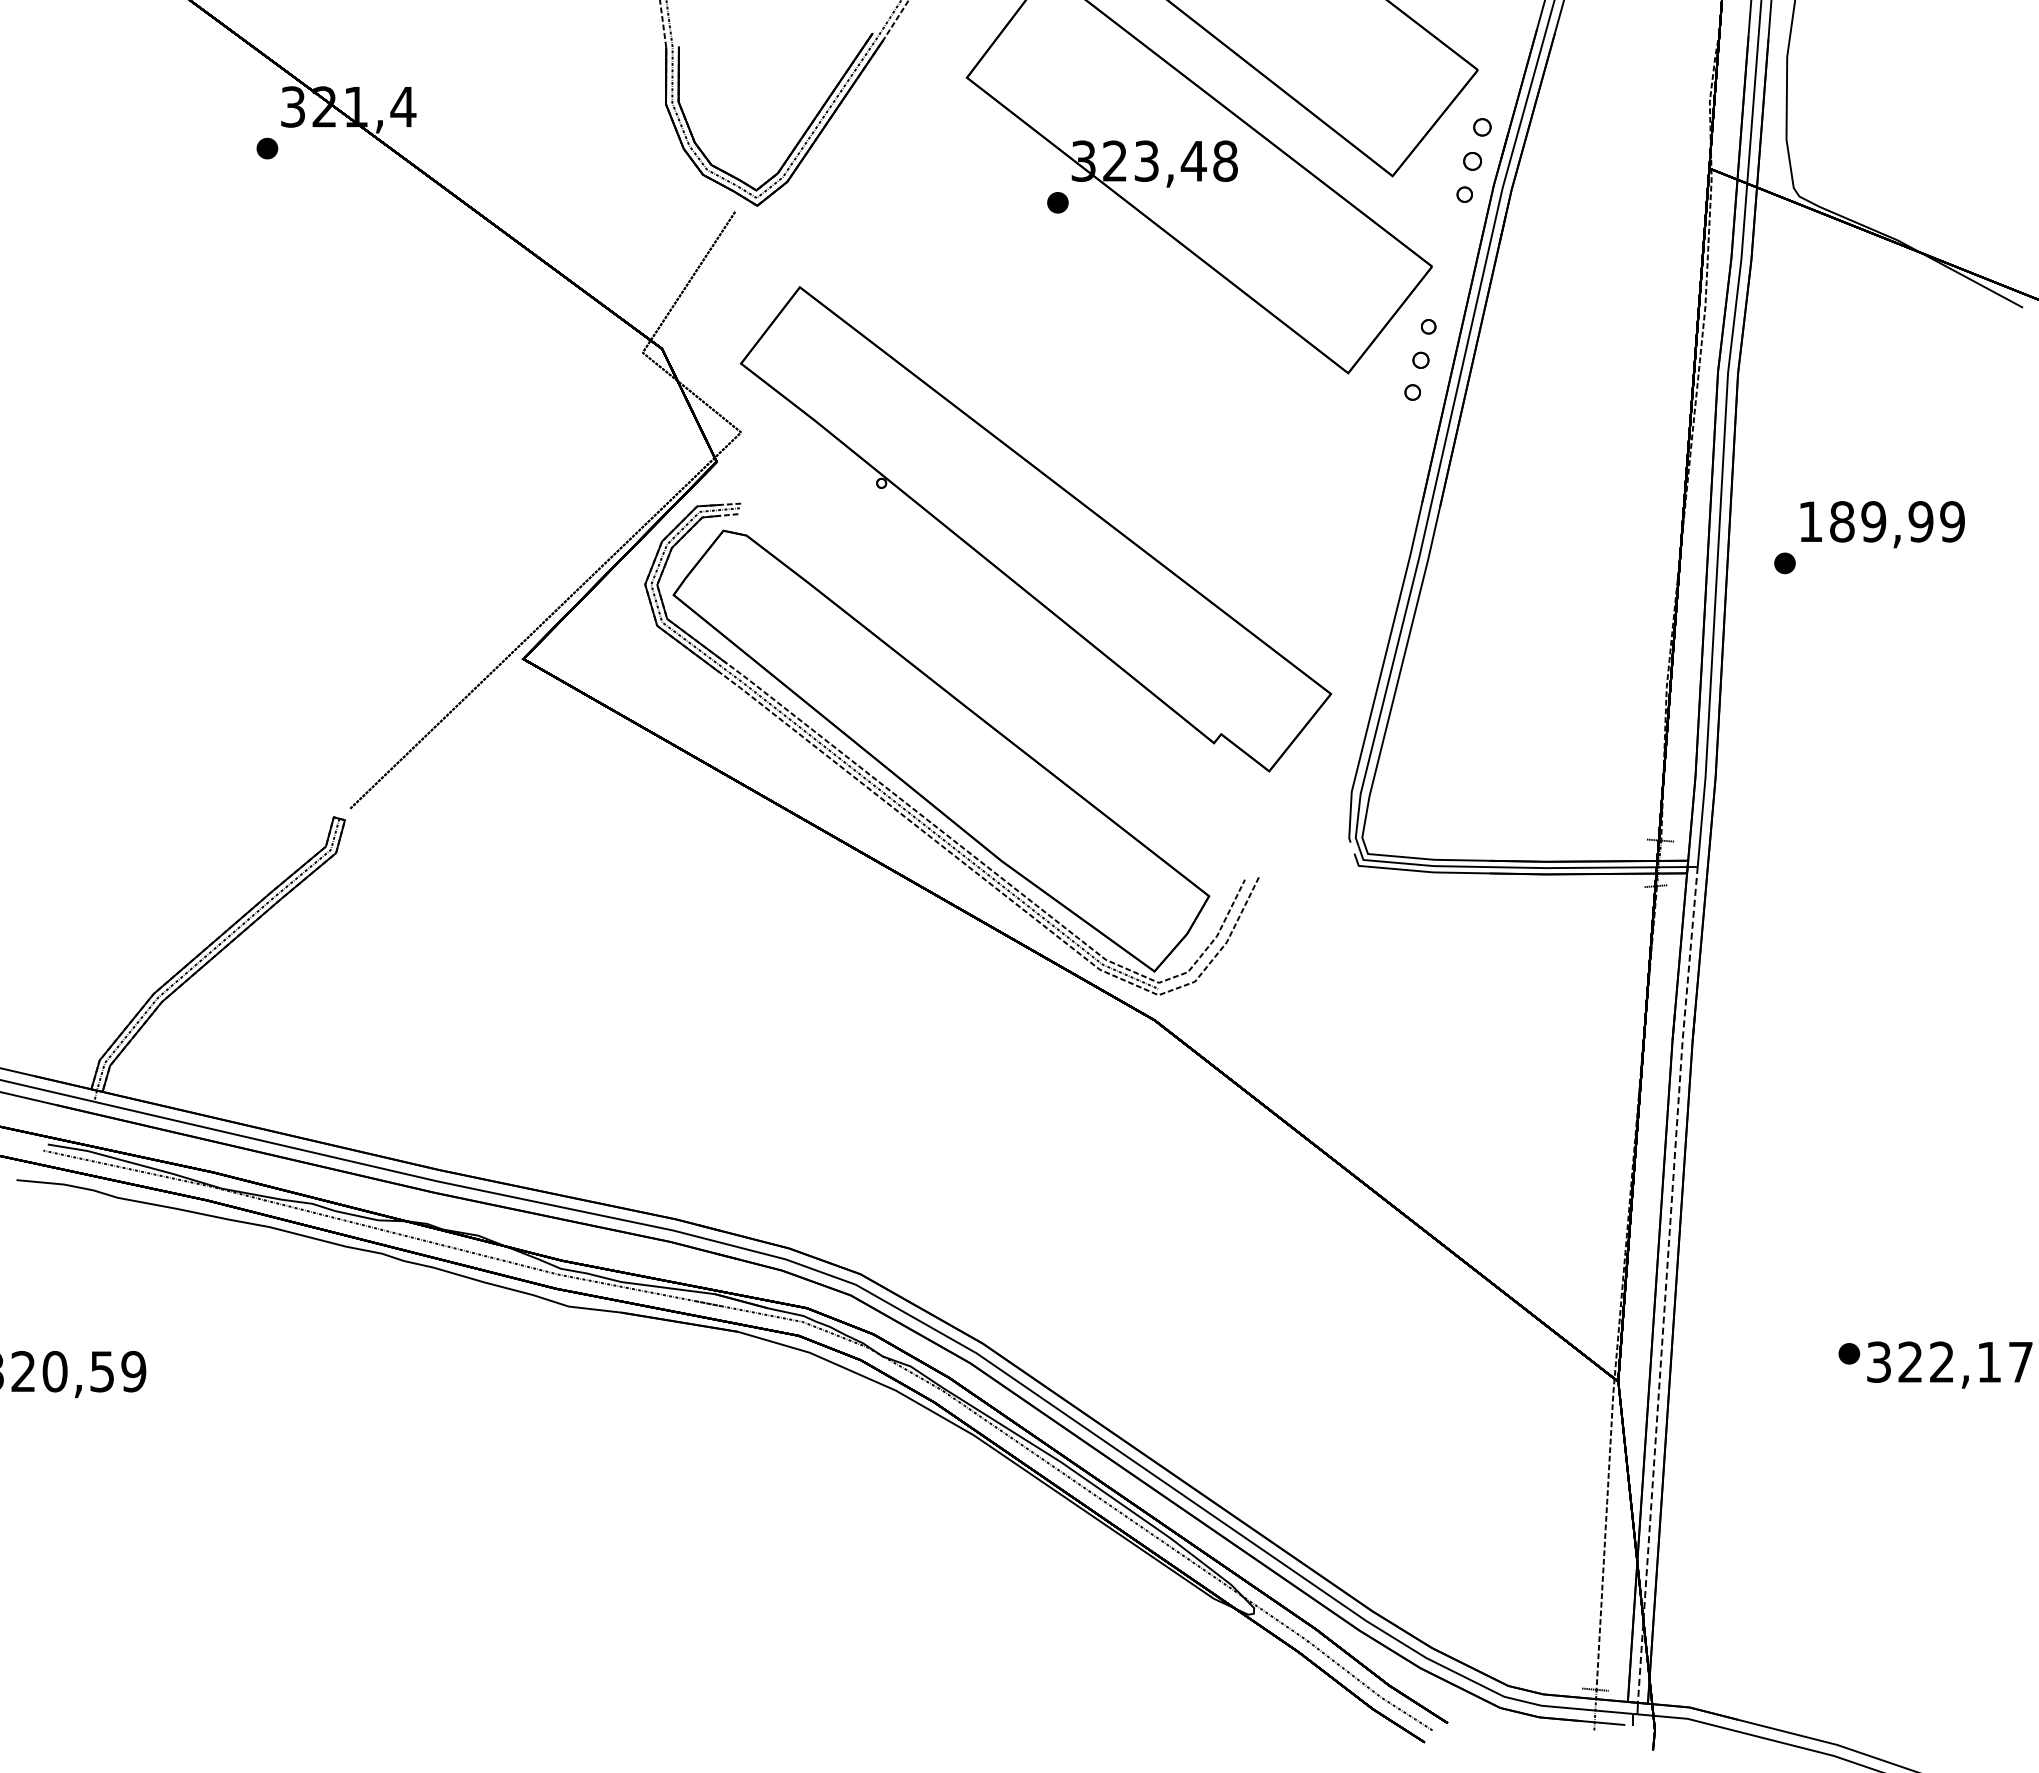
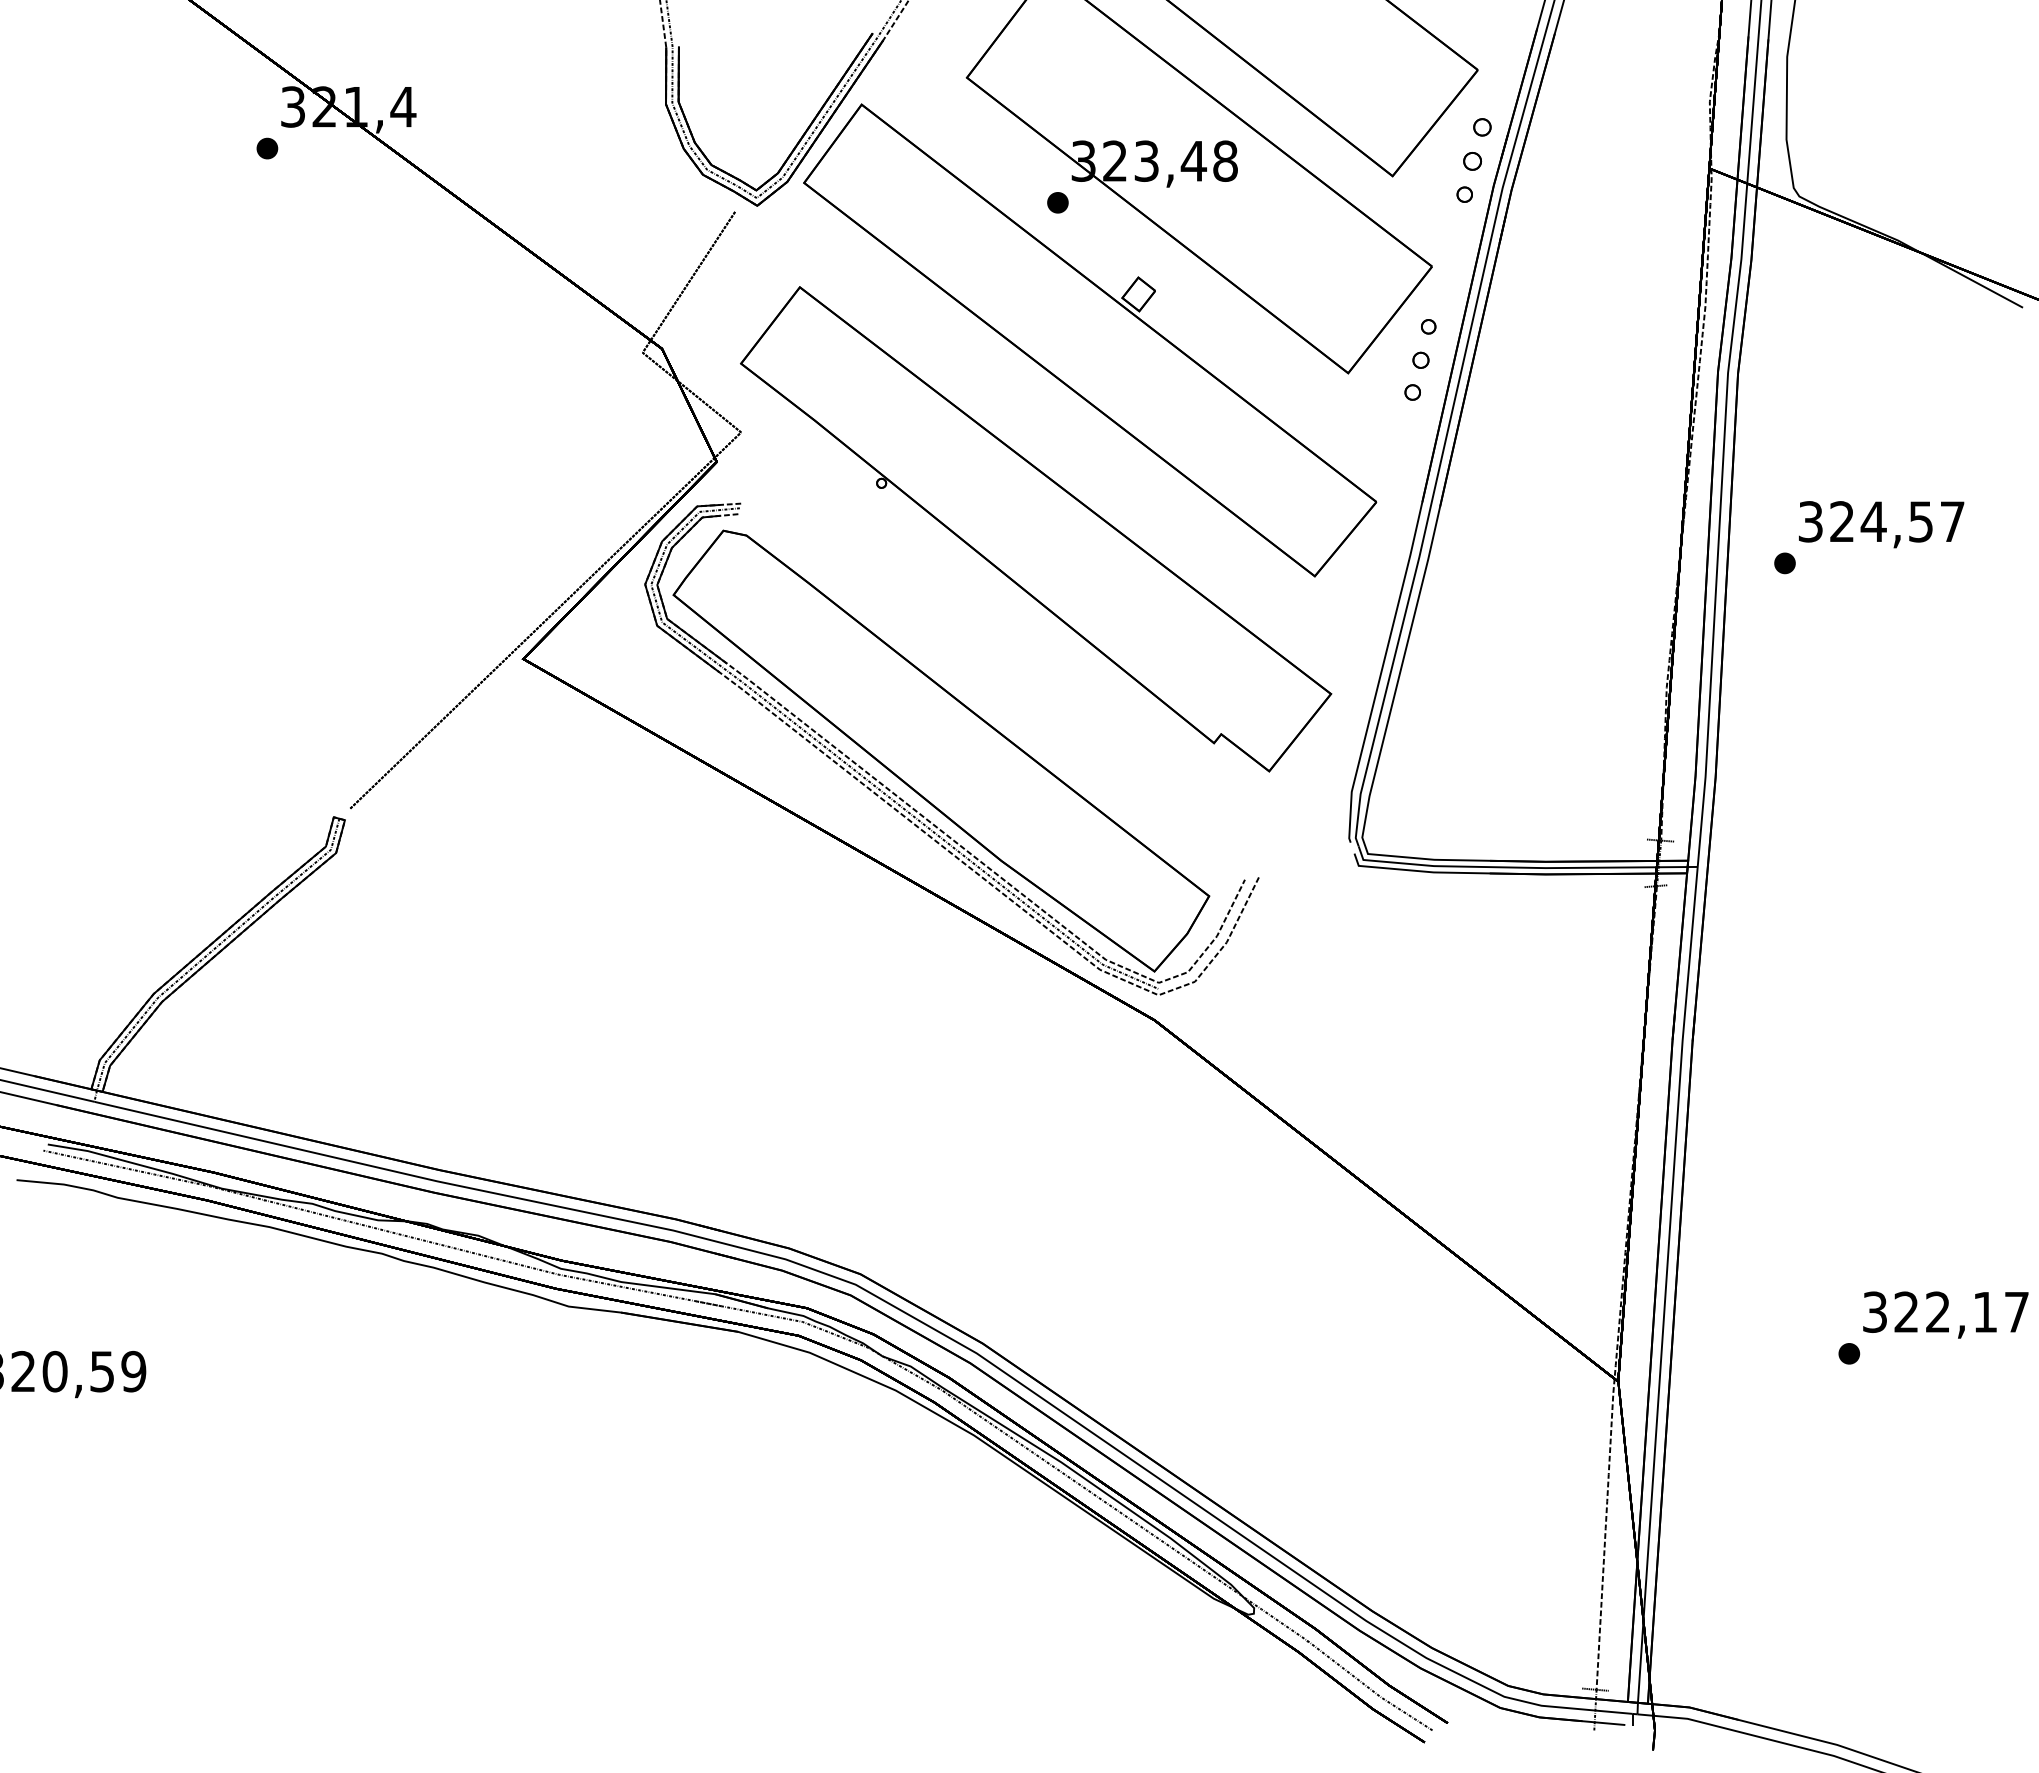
part at (1090, 340): none -> present
text at (1881, 521): 189,99 -> 324,57
line at (1666, 1283): dashed -> solid
text at (1949, 1364) position: (1949, 1364) -> (1945, 1314)
